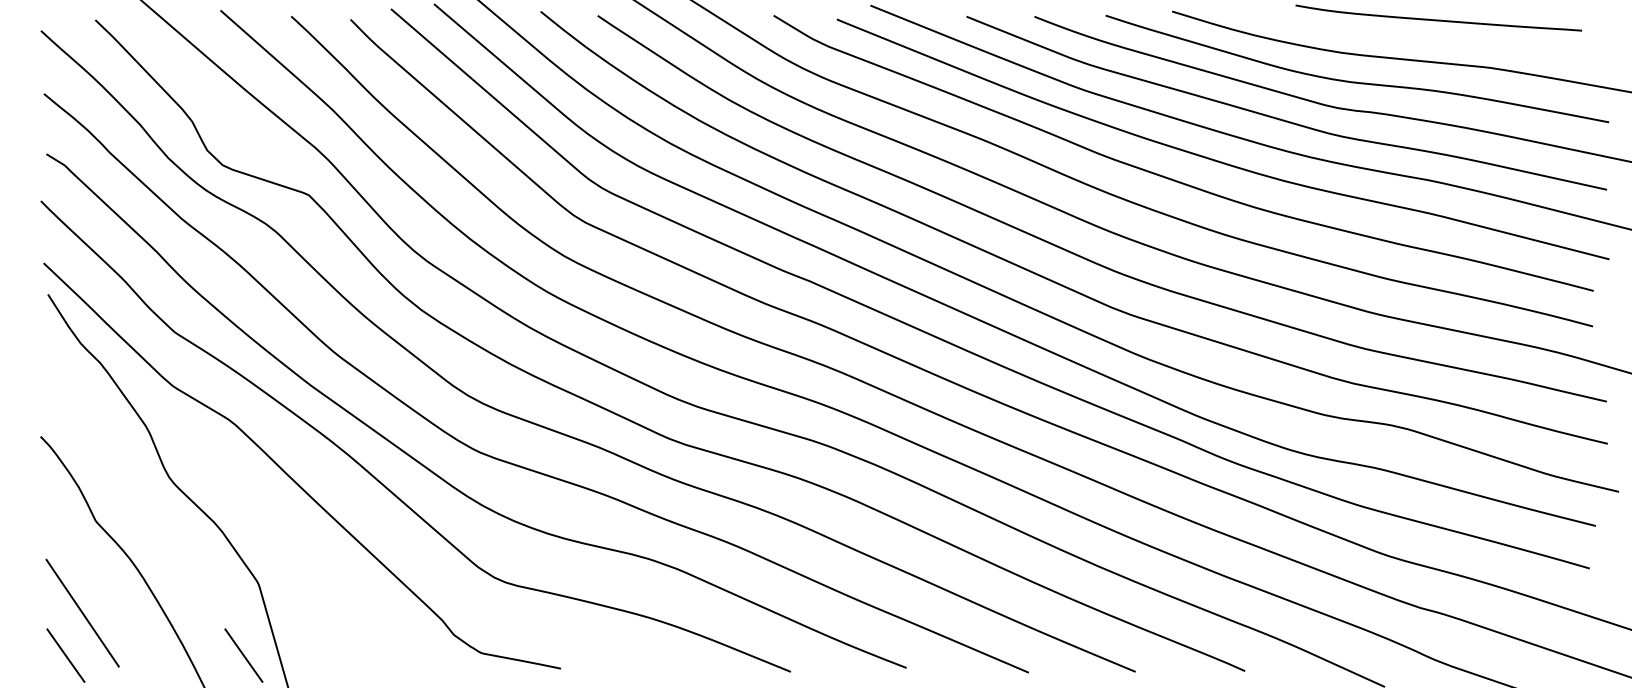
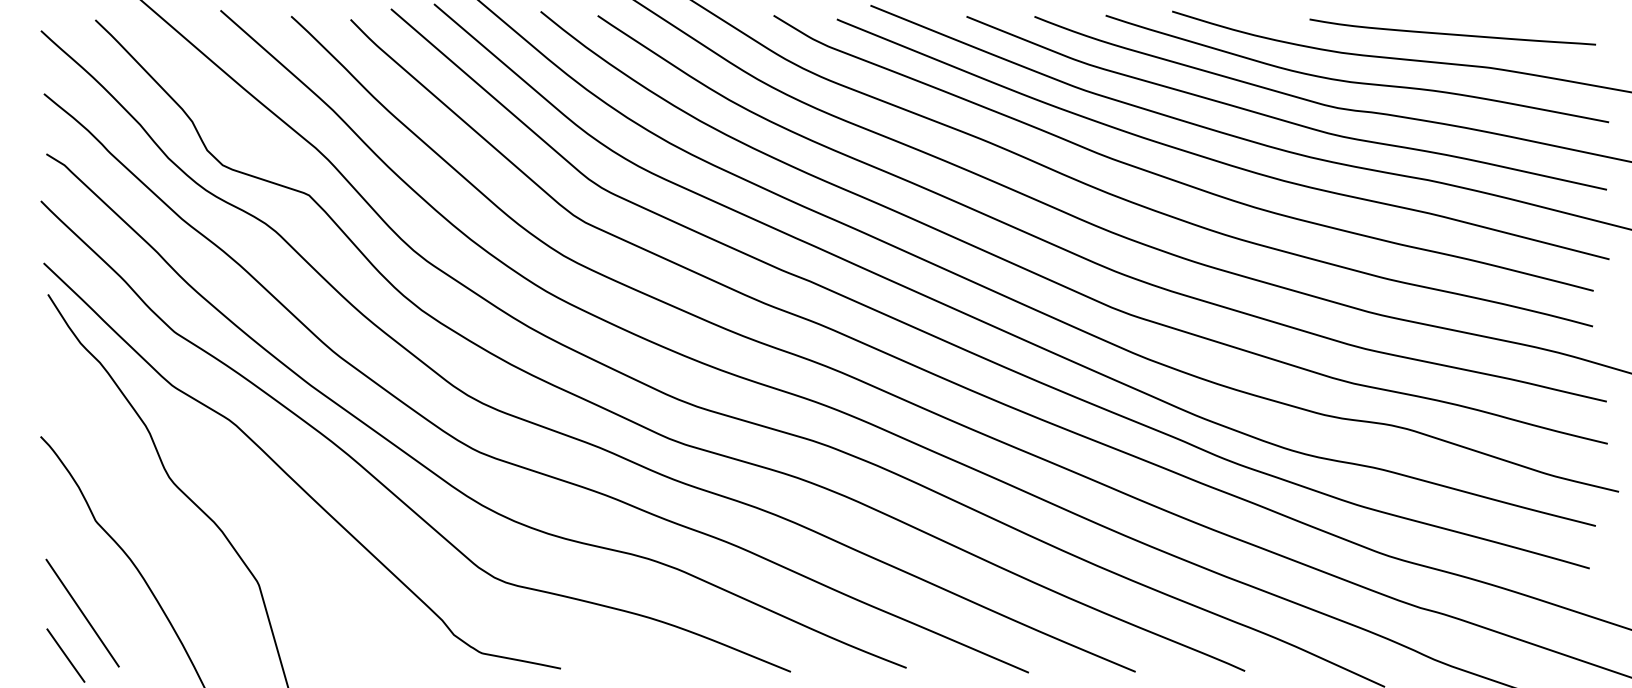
curve at (1438, 19) position: (1438, 19) -> (1452, 33)
line at (243, 655): present -> none
